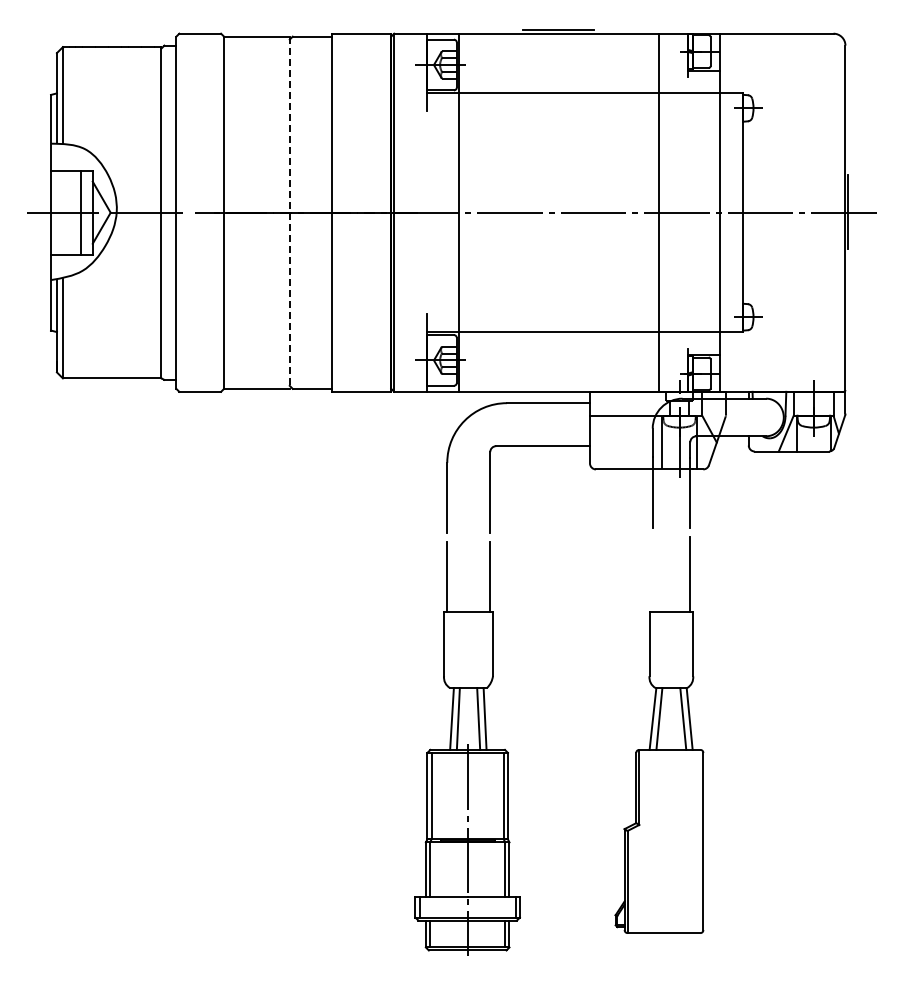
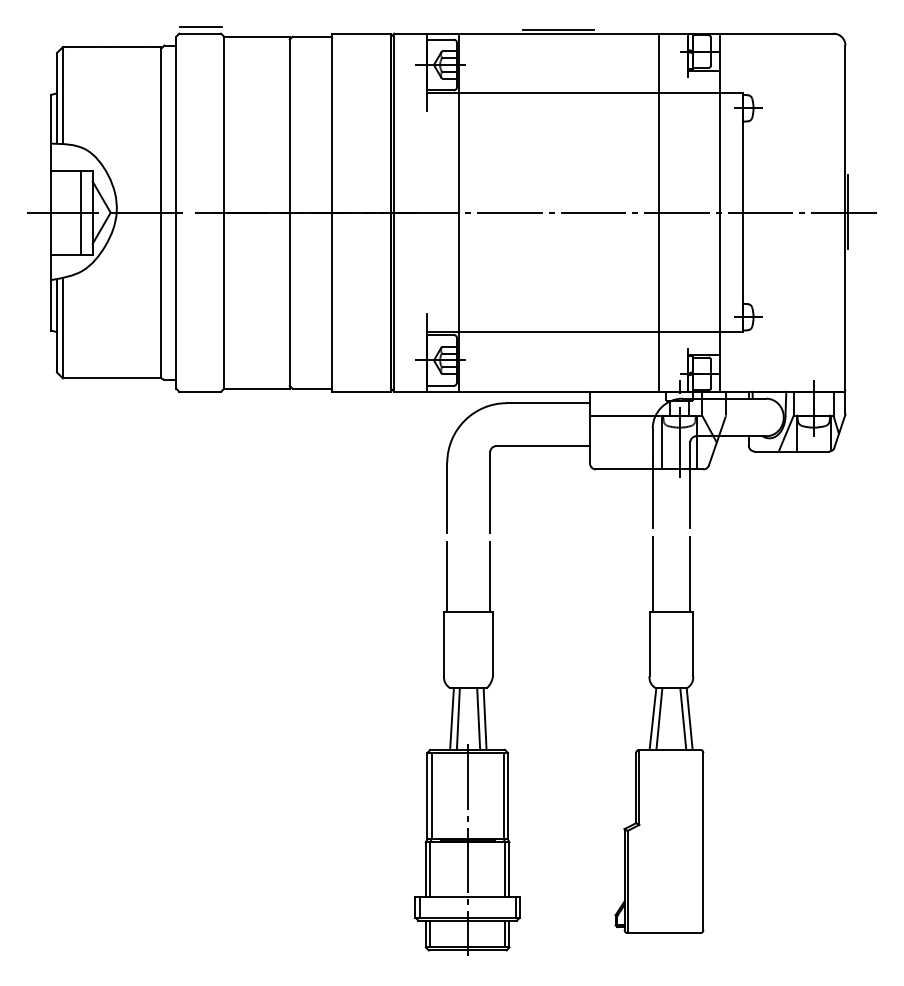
line at (201, 26): none -> present
line at (289, 213): dashed -> solid
line at (652, 574): none -> present
